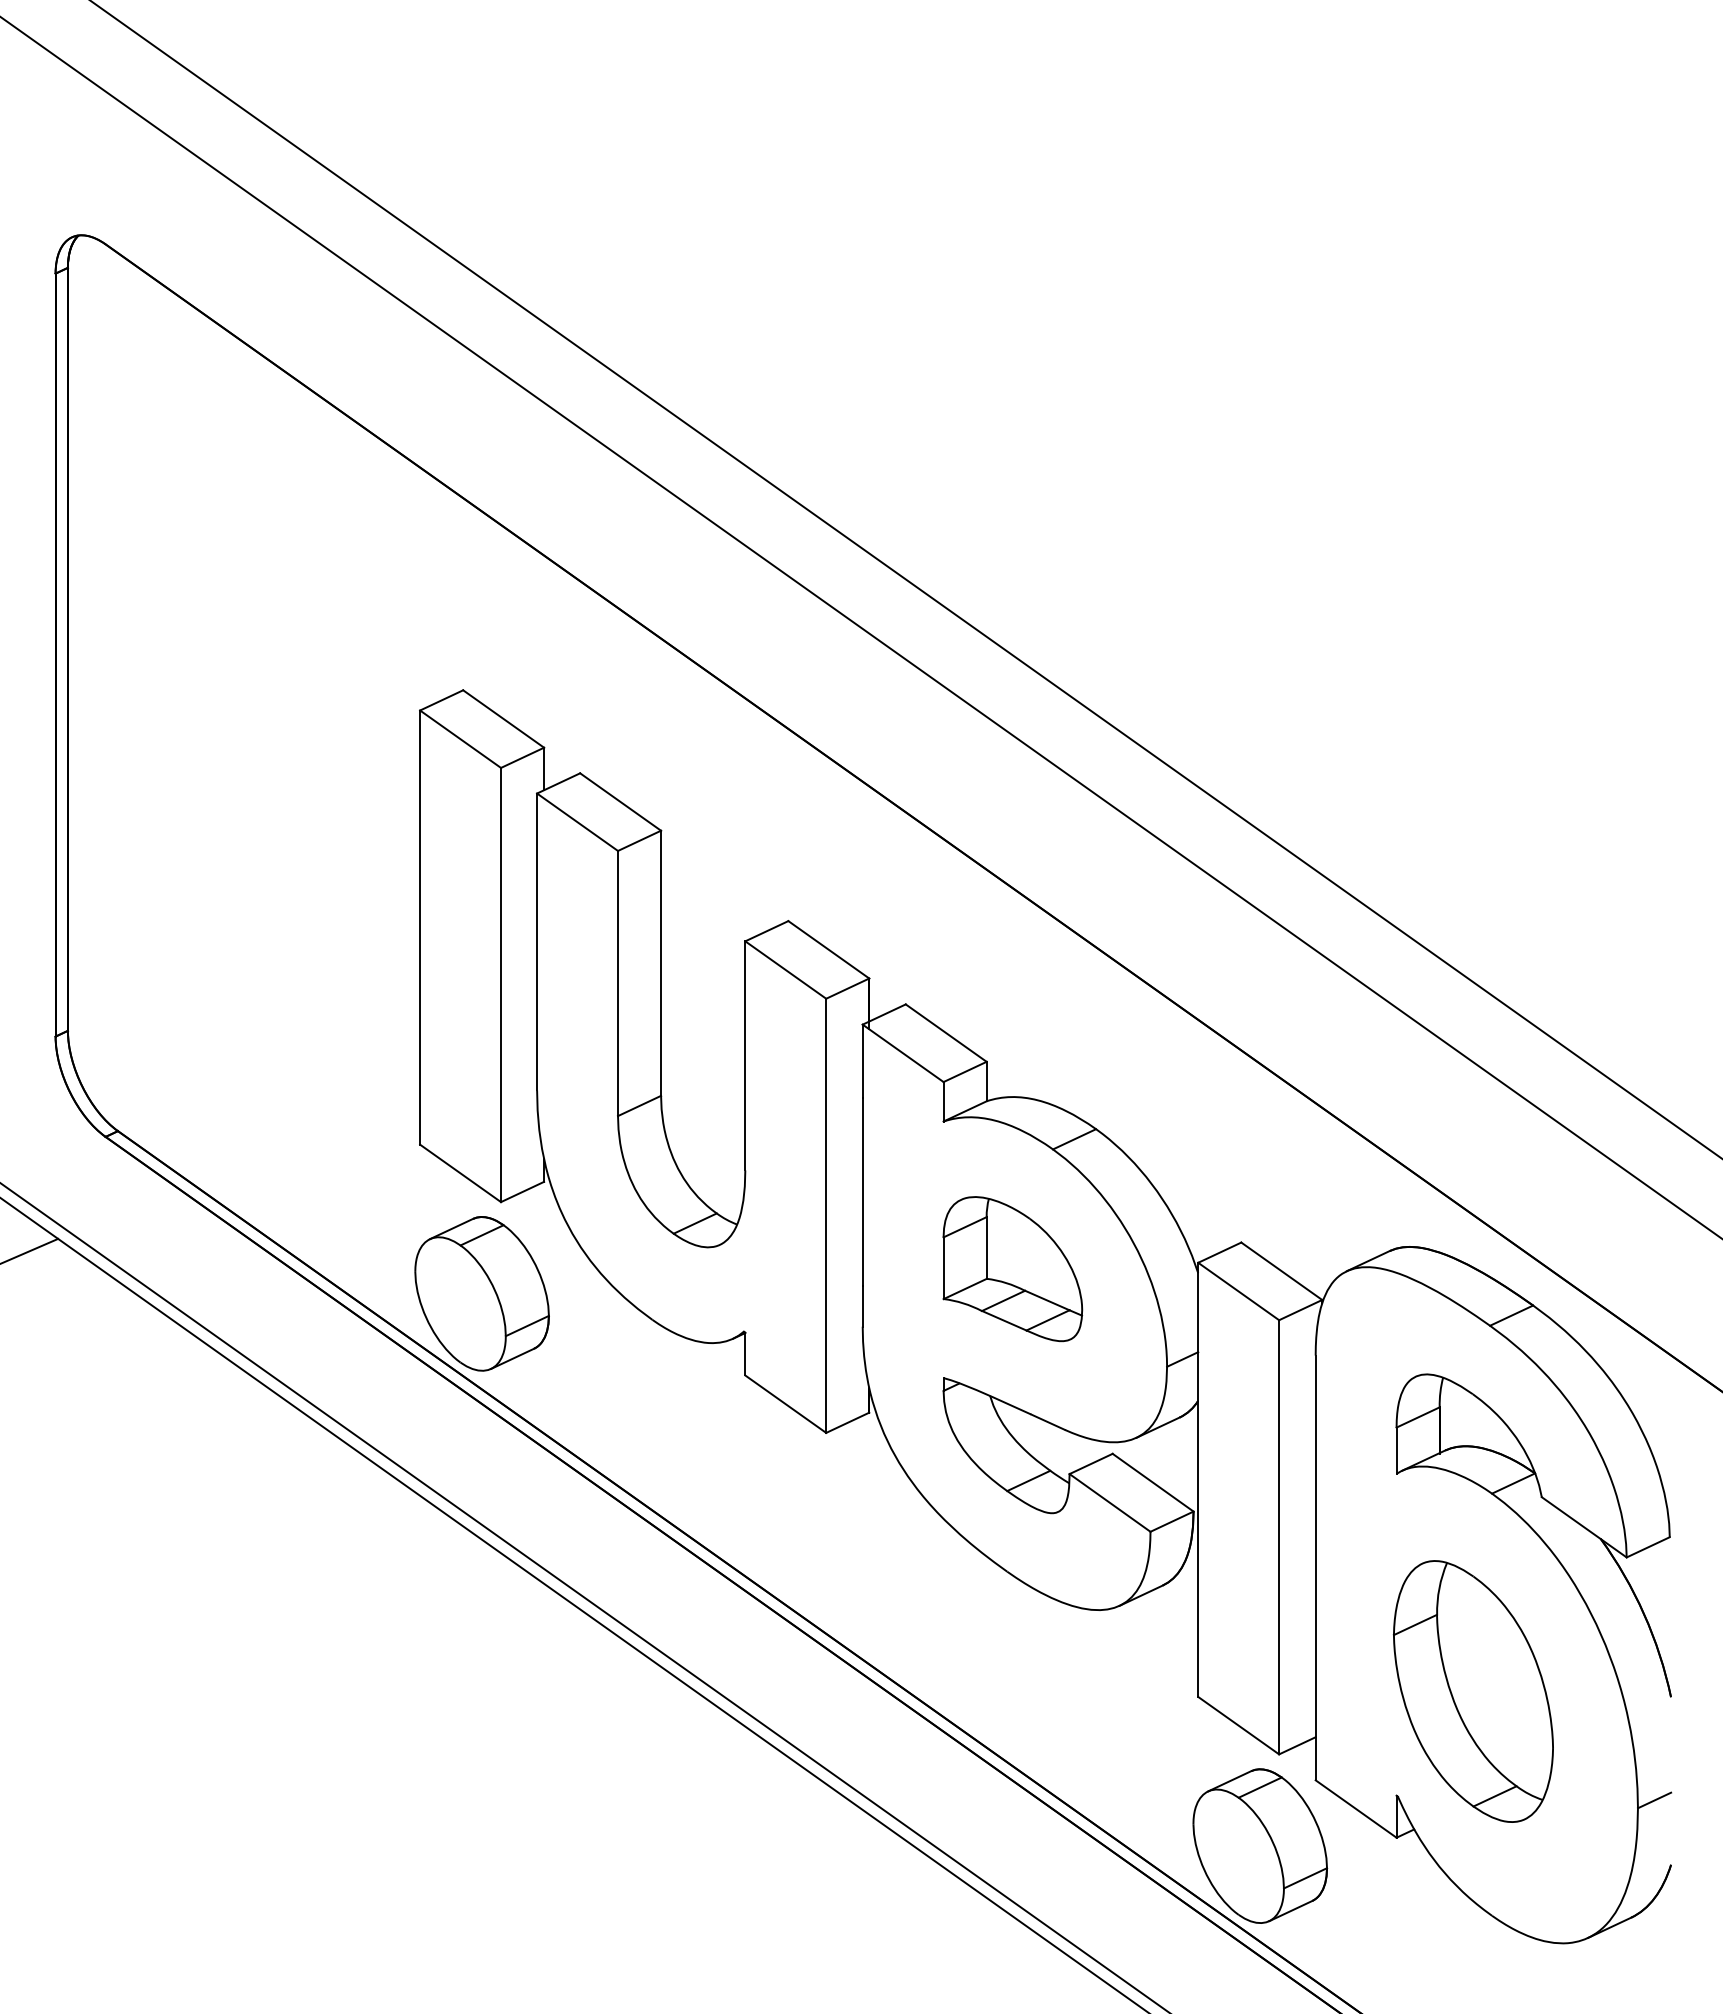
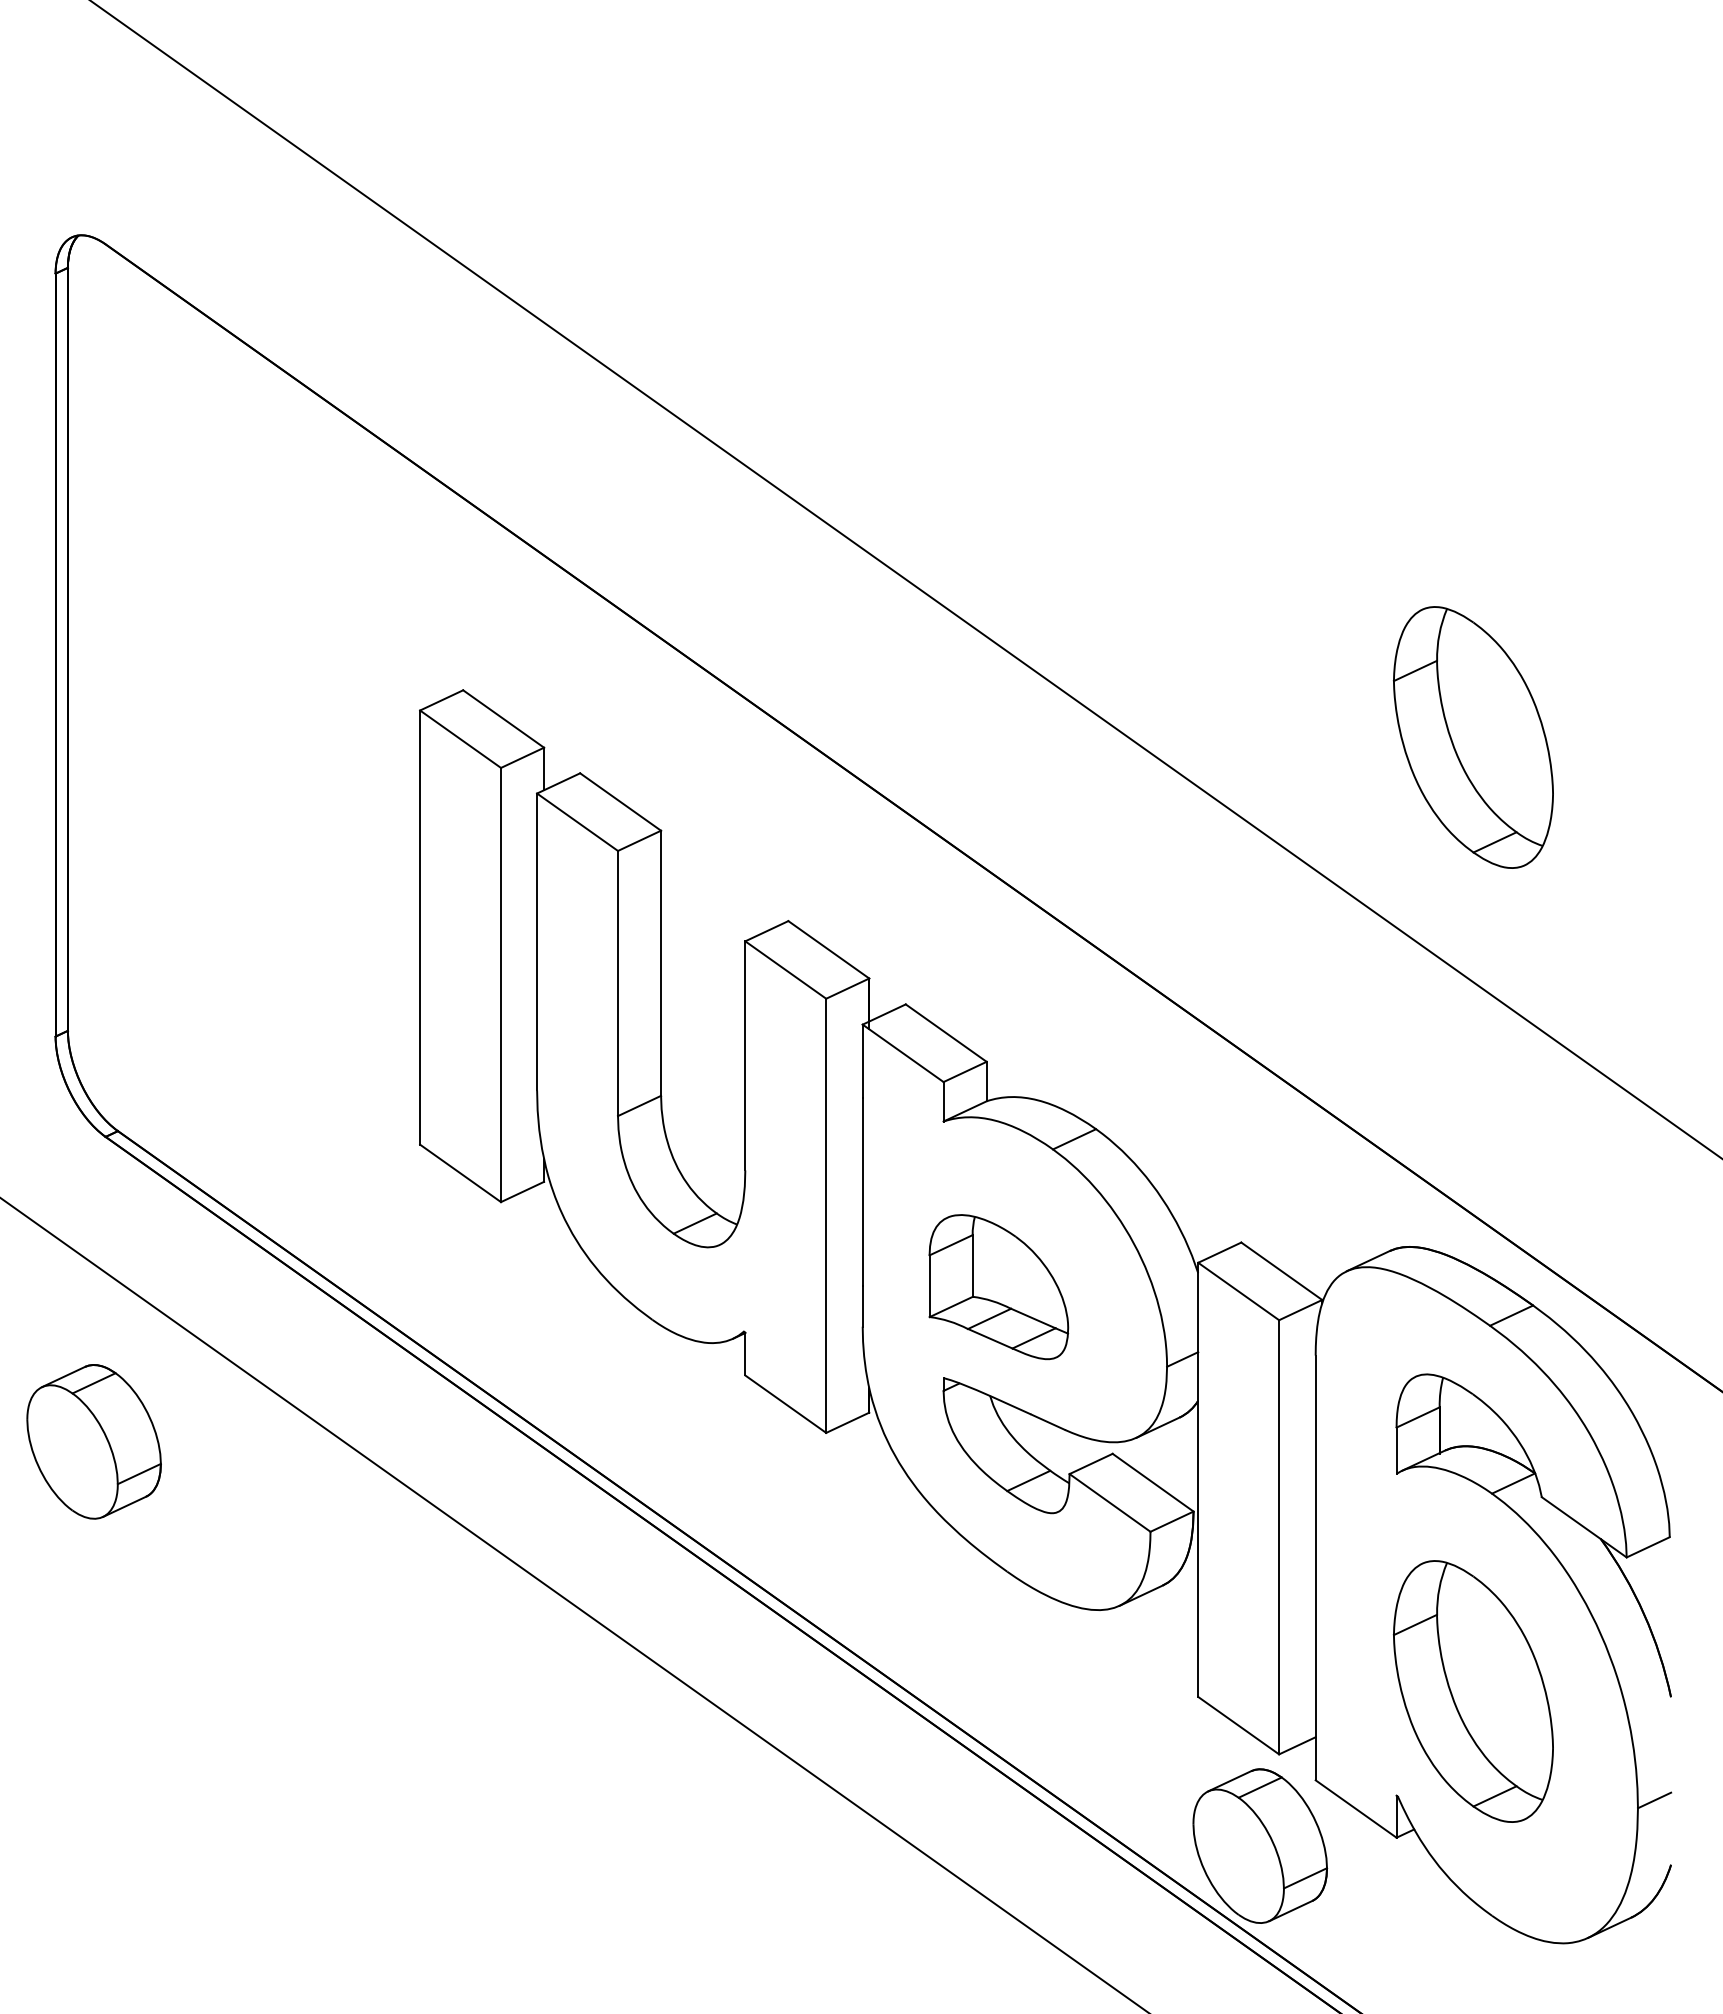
line at (860, 627): present -> none
part at (1472, 737): none -> present
line at (30, 1250): present -> none
part at (1012, 1269) position: (1012, 1269) -> (998, 1287)
part at (481, 1293) position: (481, 1293) -> (93, 1441)
line at (584, 1597): present -> none
